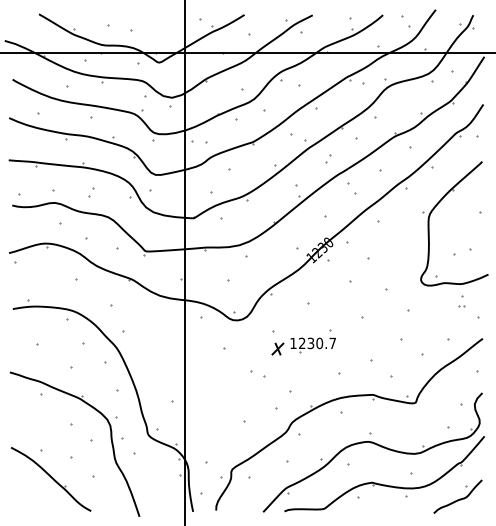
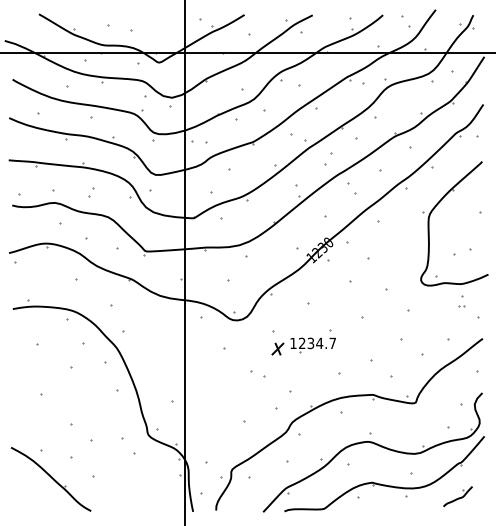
part at (328, 158) size: 7x10 px -> 9x14 px
text at (319, 343): 1230.7 -> 1234.7
part at (110, 439): present -> none
part at (457, 496) size: 50x35 px -> 30x22 px
